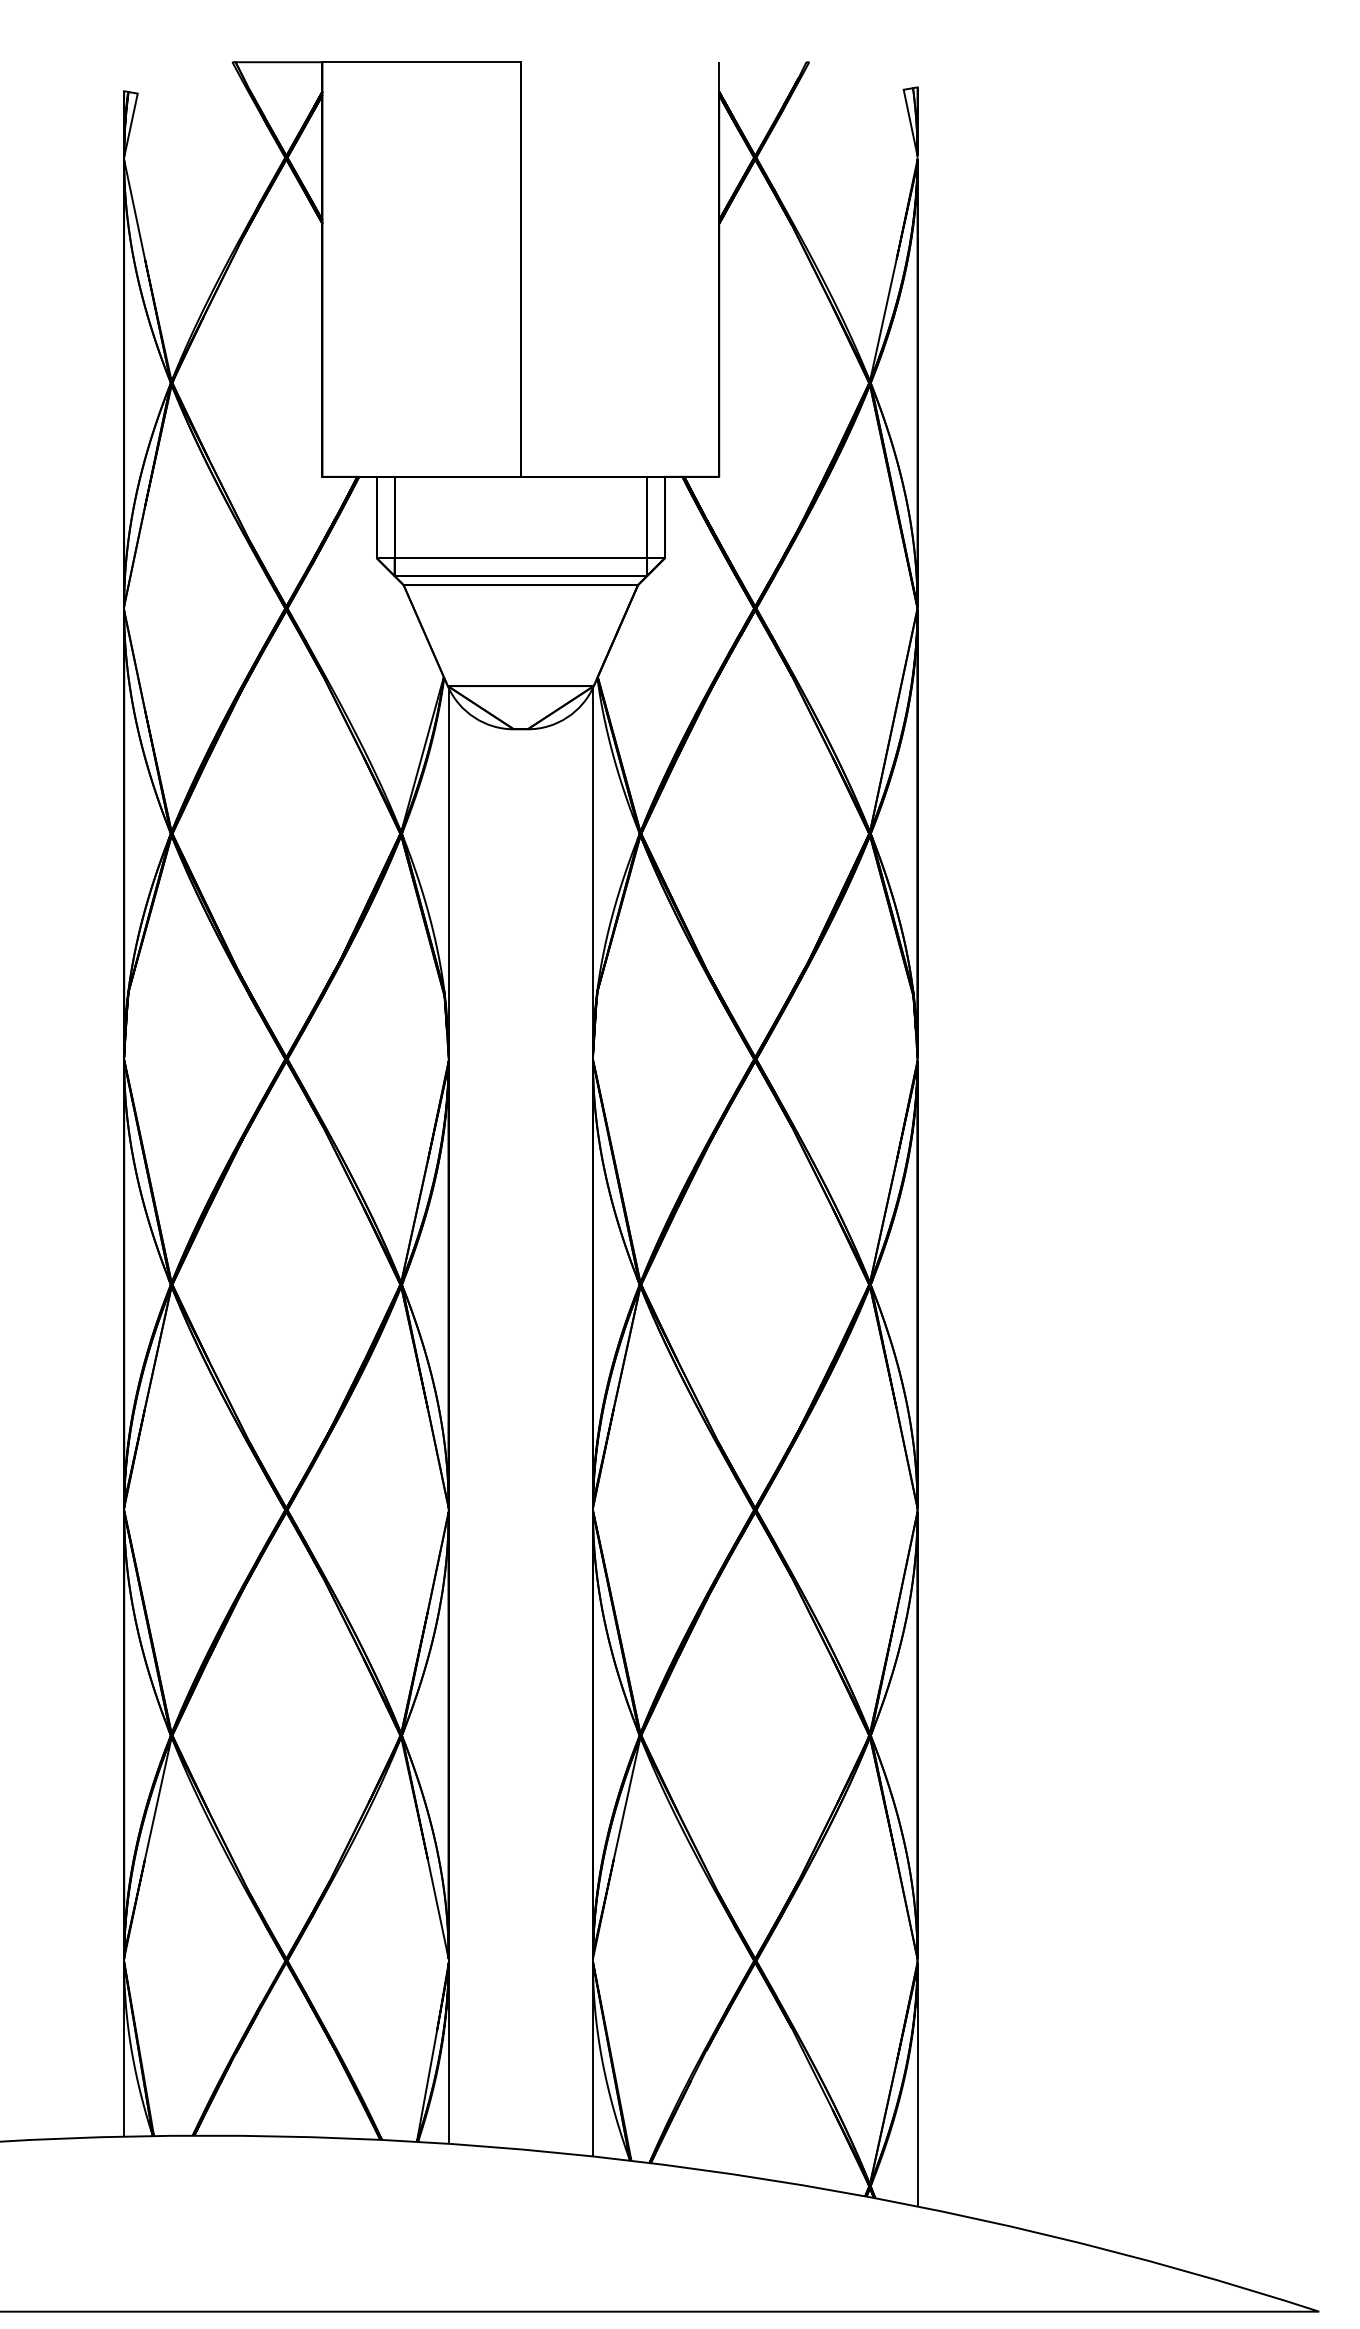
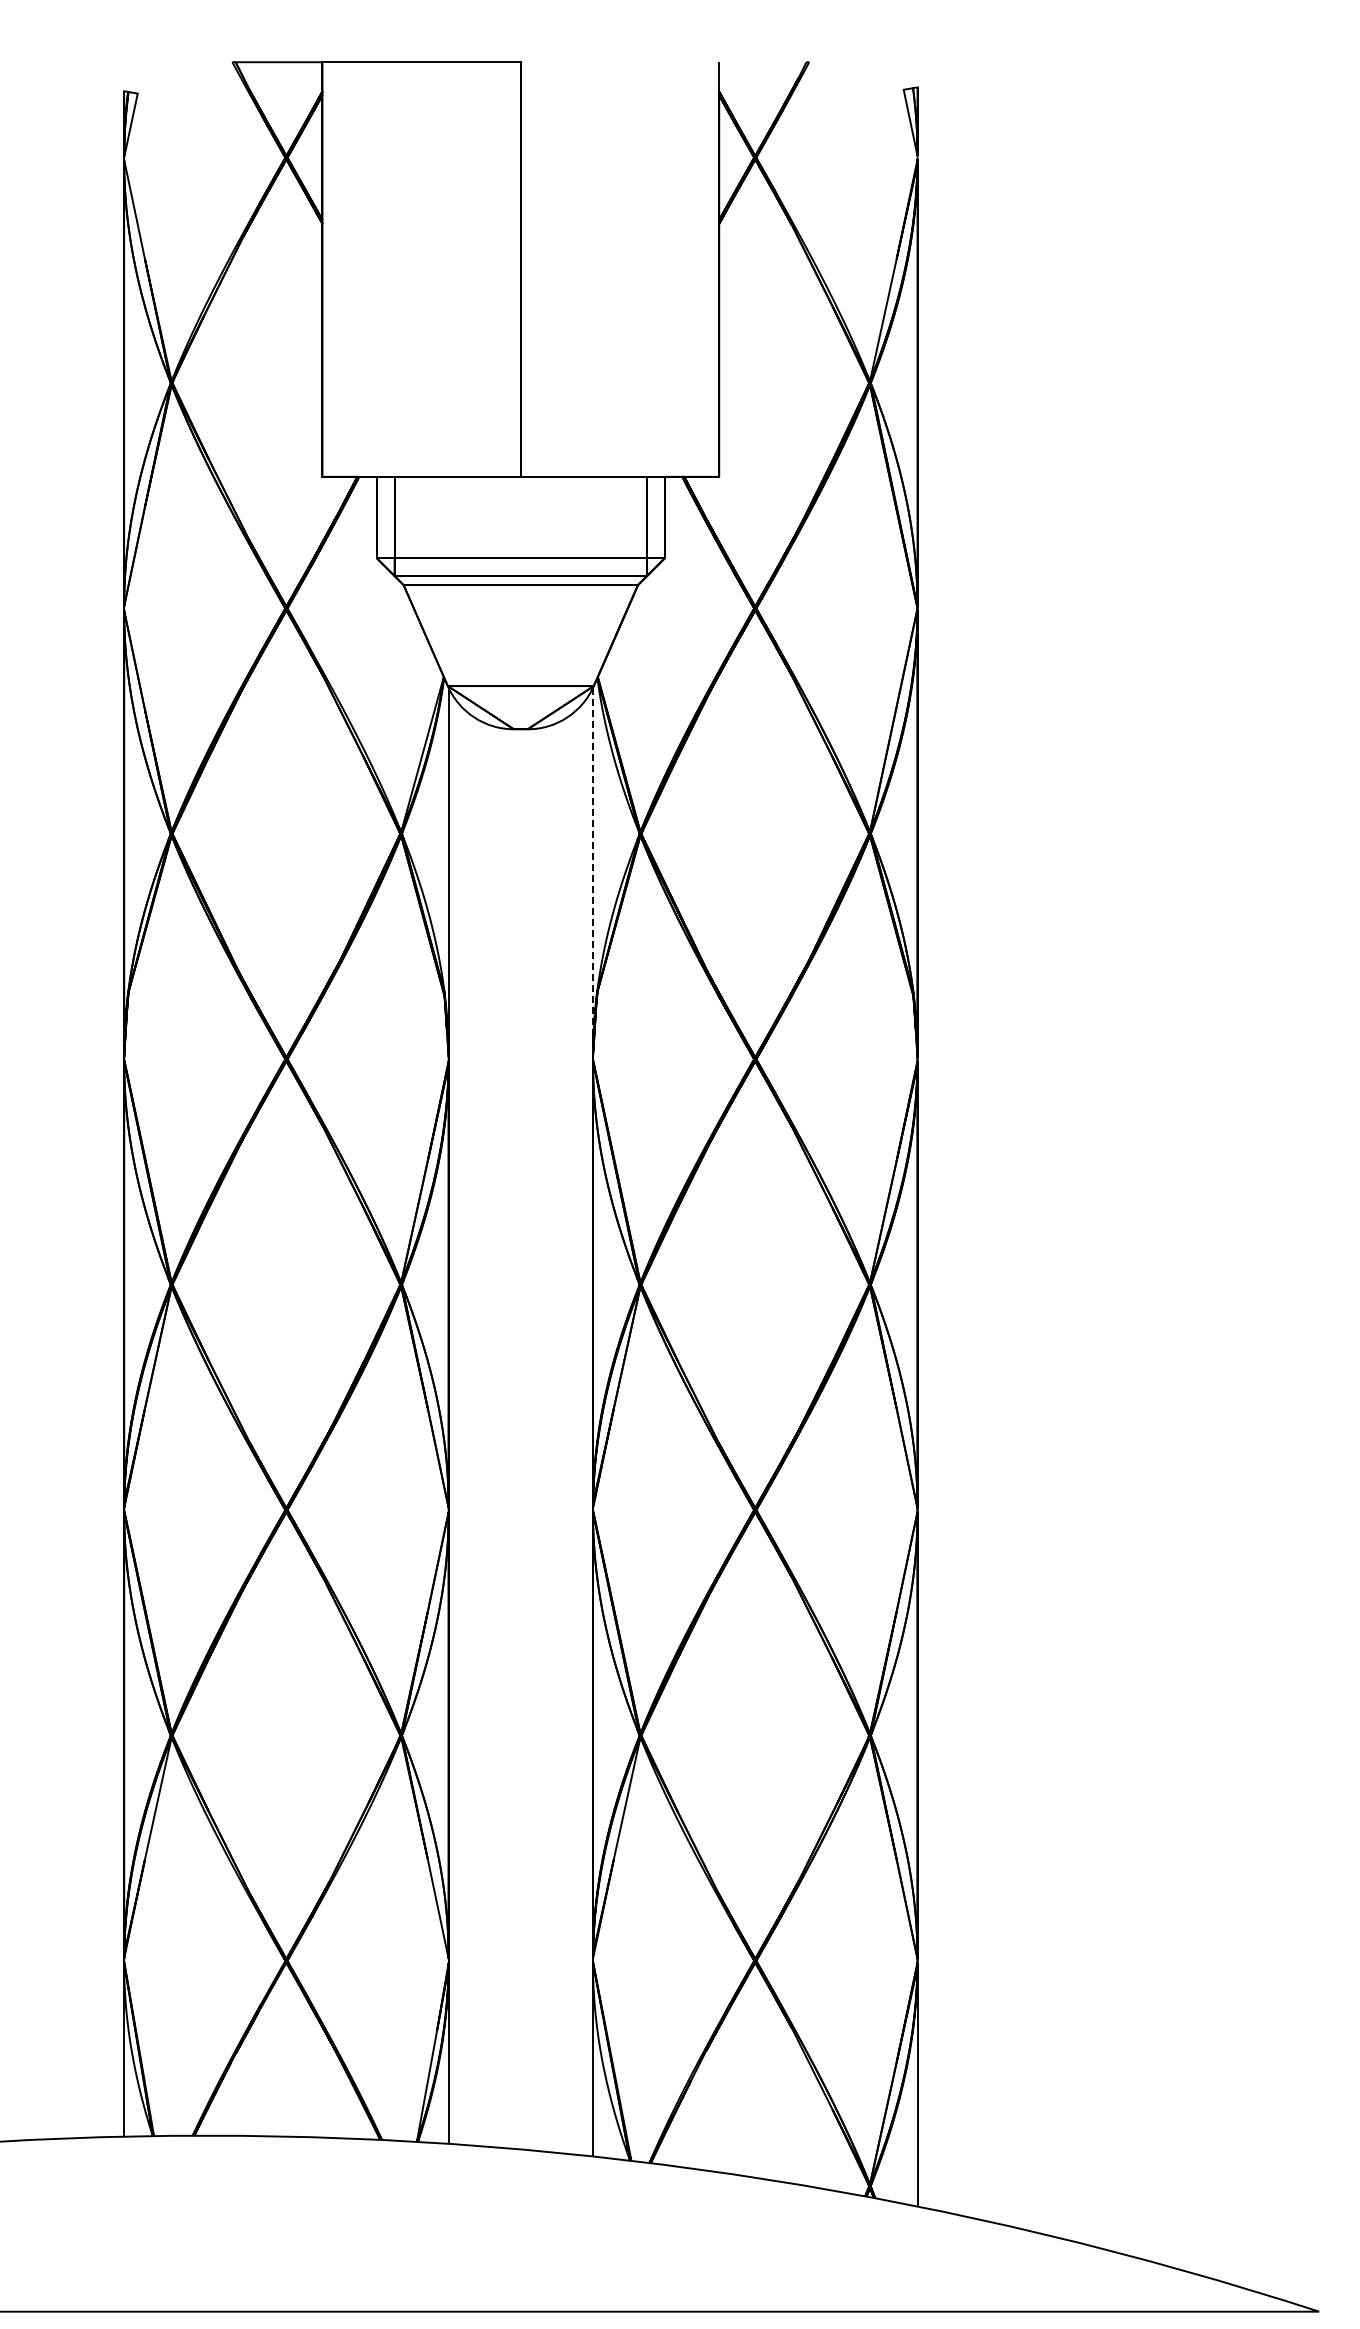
line at (592, 872): solid -> dashed
